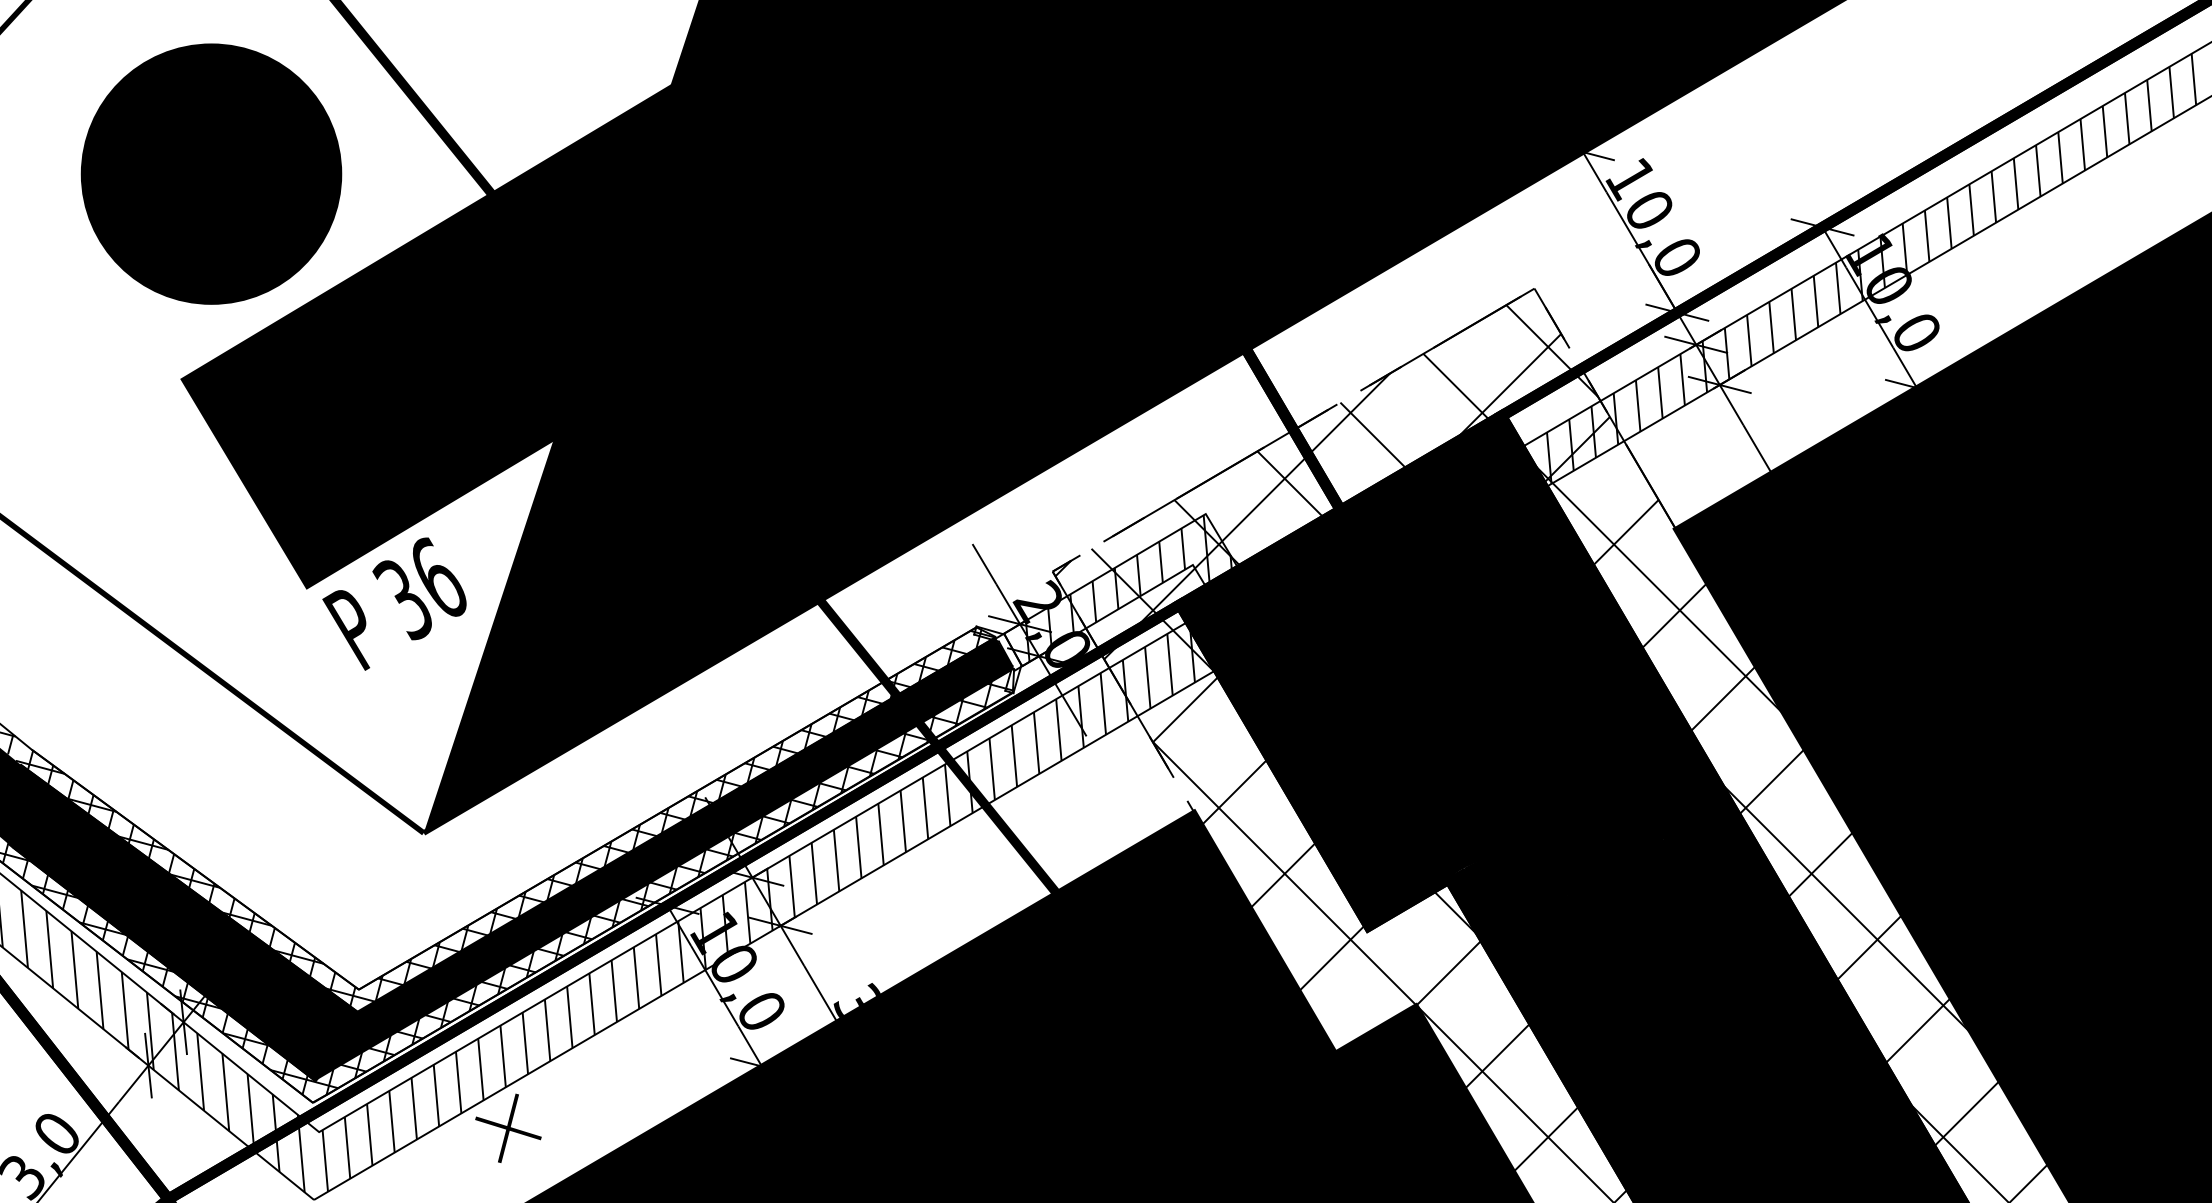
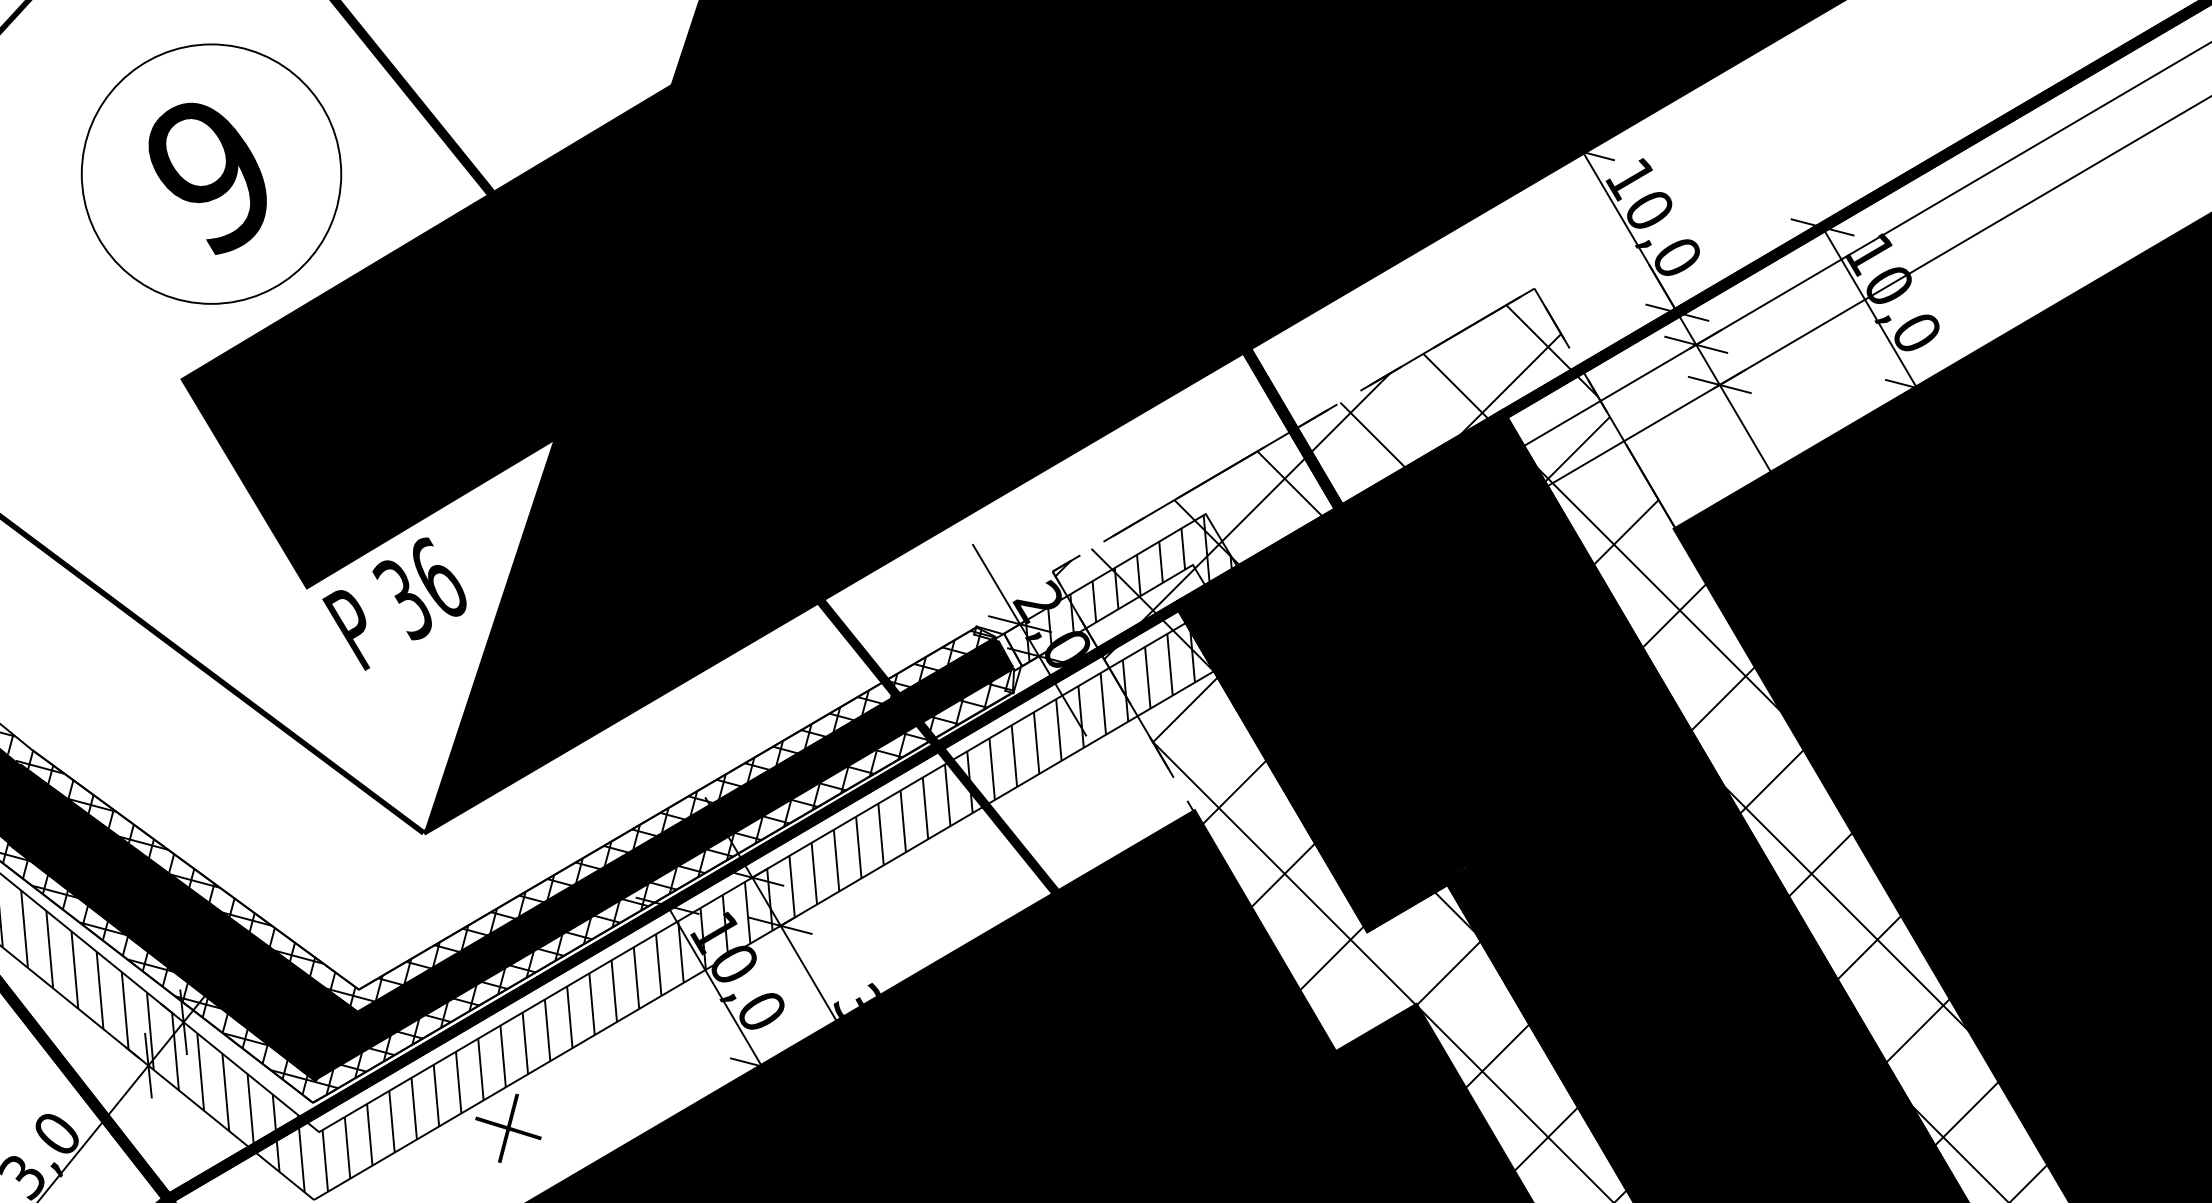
fill at (211, 173): present -> none
hatch at (1860, 268): present -> none
